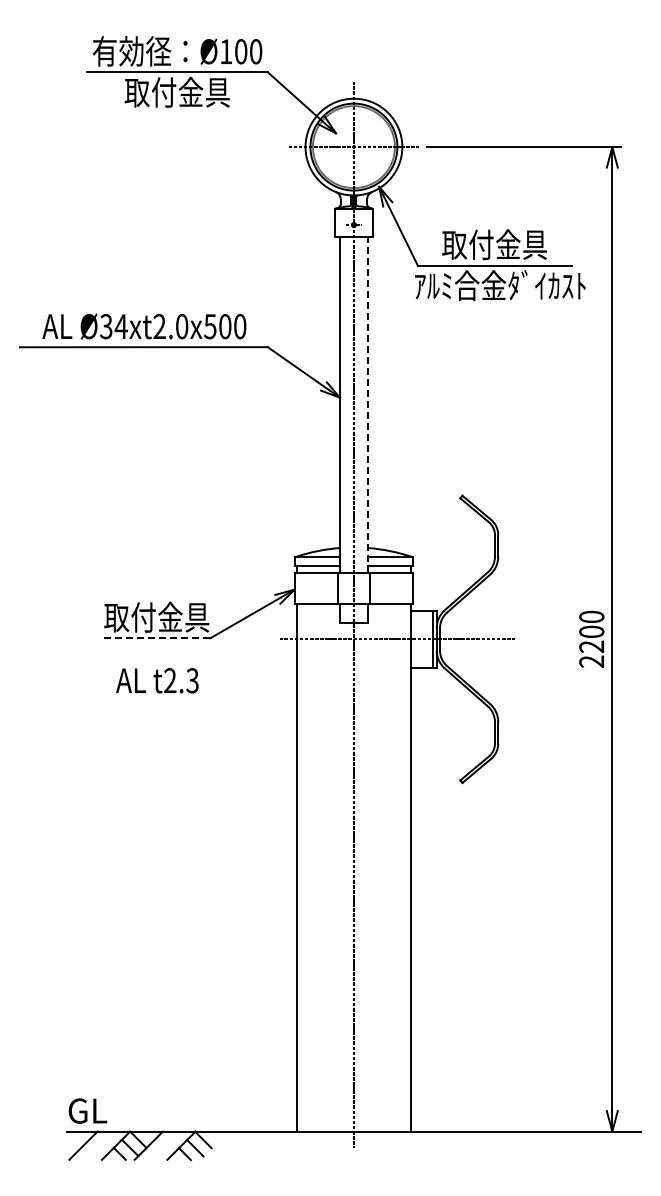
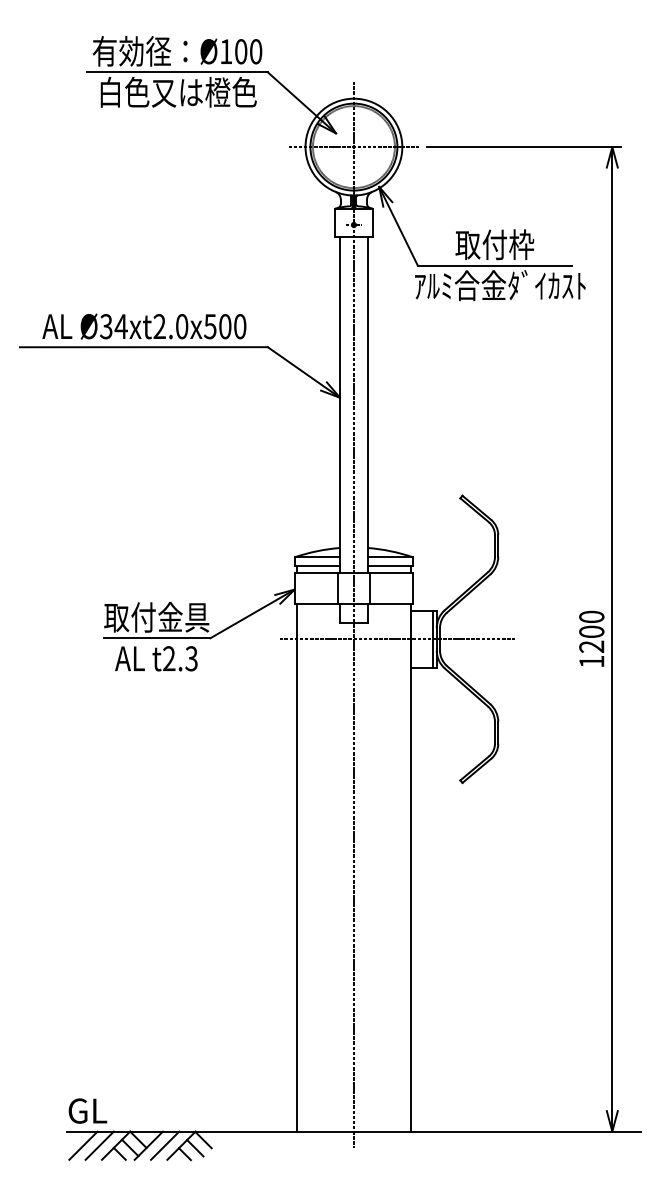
text at (178, 91): 取付金具 -> 白色又は橙色
text at (494, 244): 取付金具 -> 取付枠
line at (367, 404): dashed -> solid
line at (157, 638): dashed -> solid
text at (591, 661): 2200 -> 1200
text at (157, 680) position: (157, 680) -> (156, 658)
line at (99, 1145): none -> present
line at (165, 1145): none -> present
